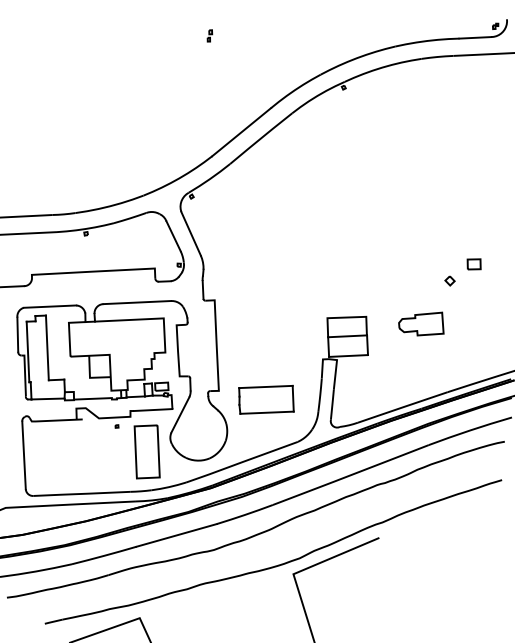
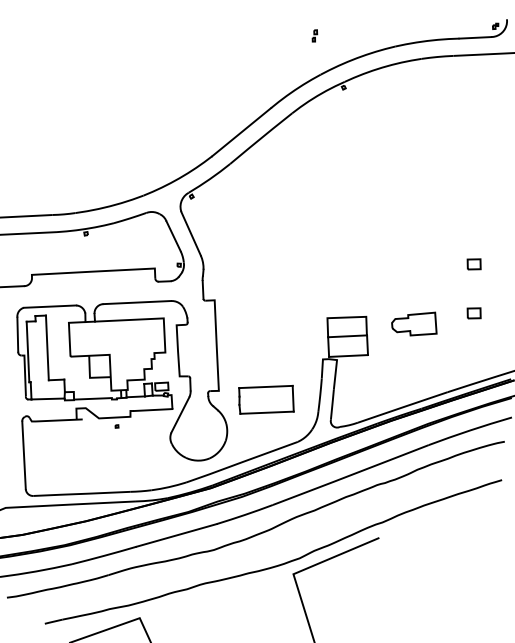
part at (209, 35) position: (209, 35) -> (314, 35)
part at (449, 280): present -> none
part at (473, 313): none -> present
part at (421, 323) position: (421, 323) -> (414, 323)
part at (146, 451): present -> none
